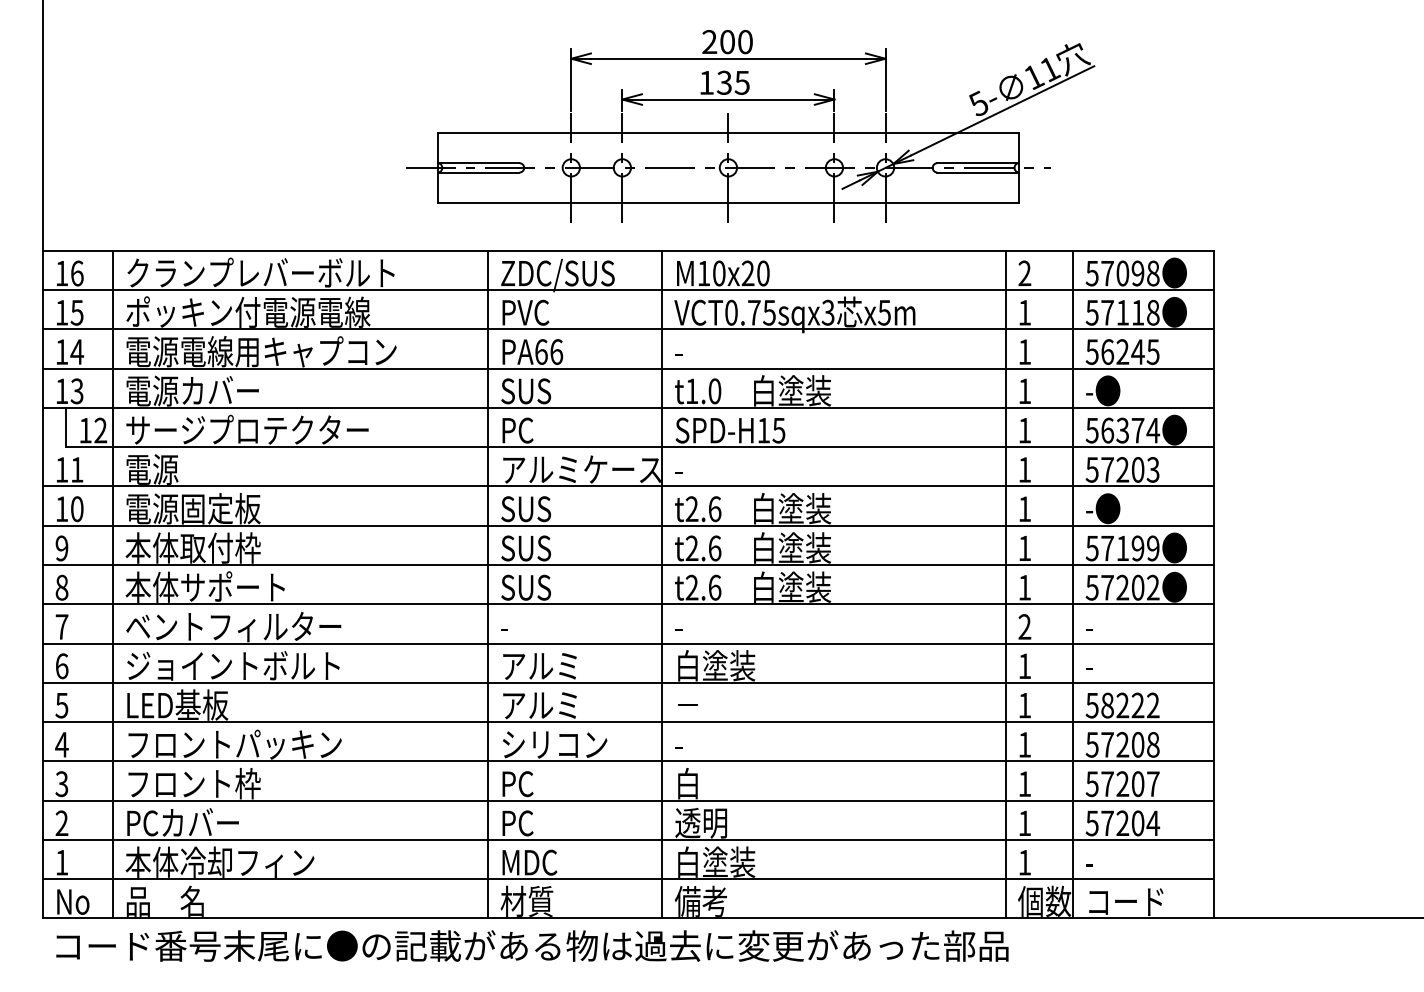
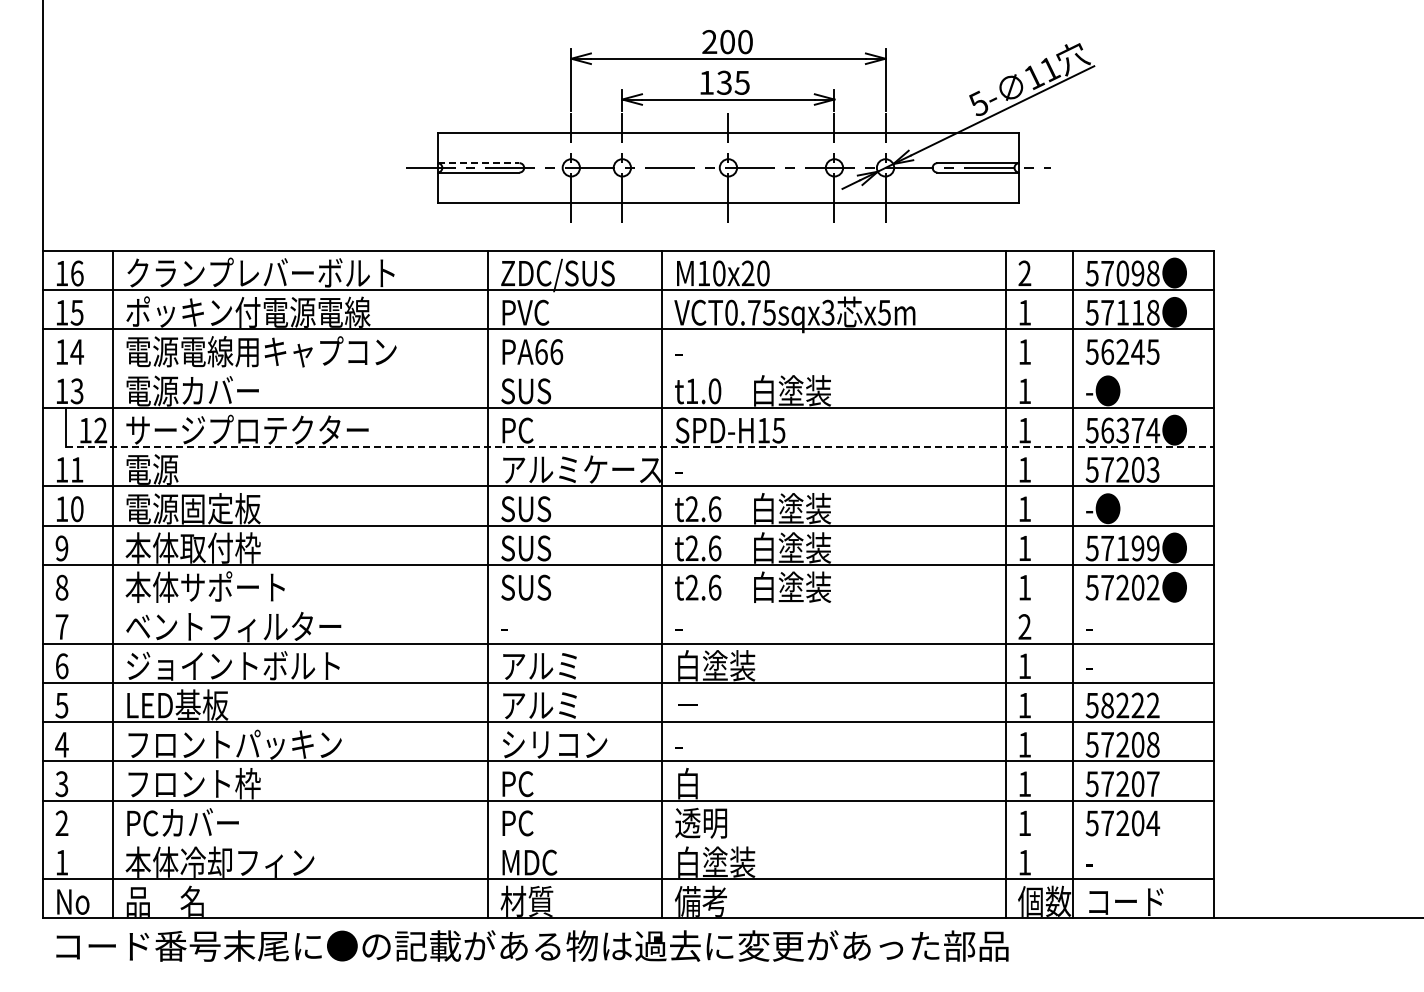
line at (478, 163): solid -> dashed
line at (628, 368): present -> none
line at (640, 447): solid -> dashed
line at (628, 604): present -> none
line at (628, 839): present -> none
